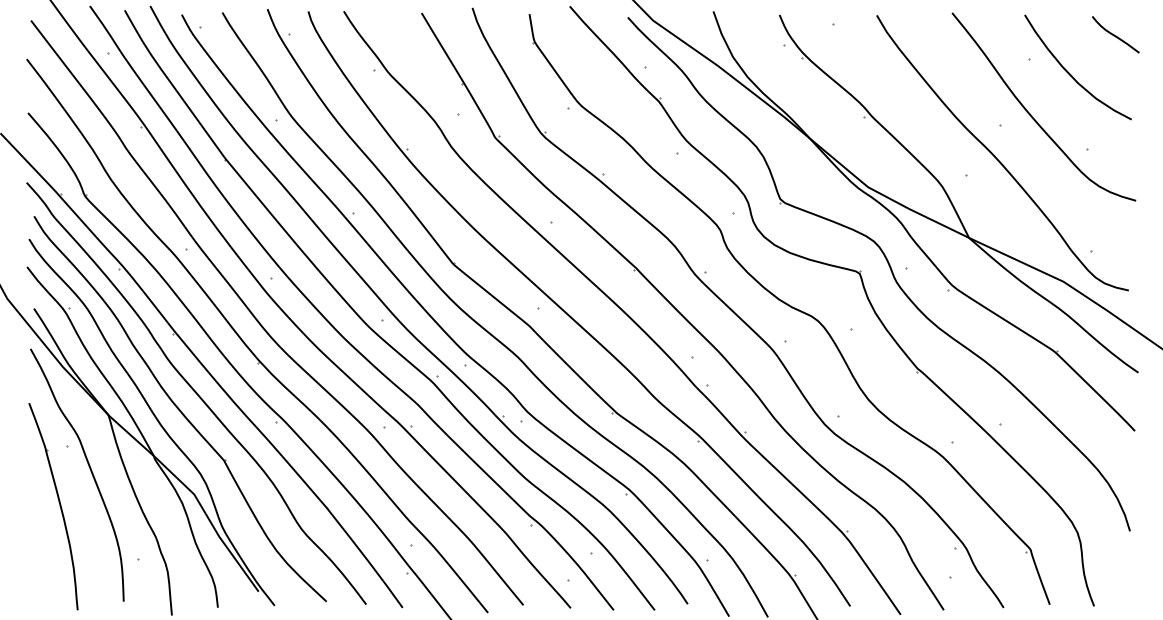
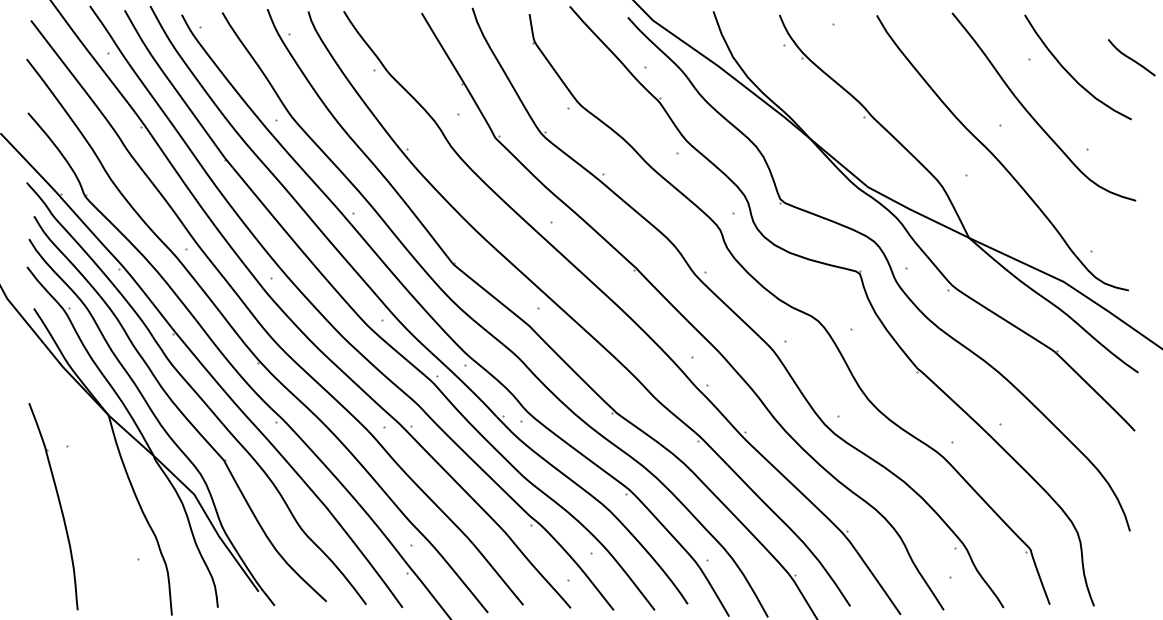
curve at (1114, 34) position: (1114, 34) -> (1130, 57)
curve at (89, 469): present -> none
